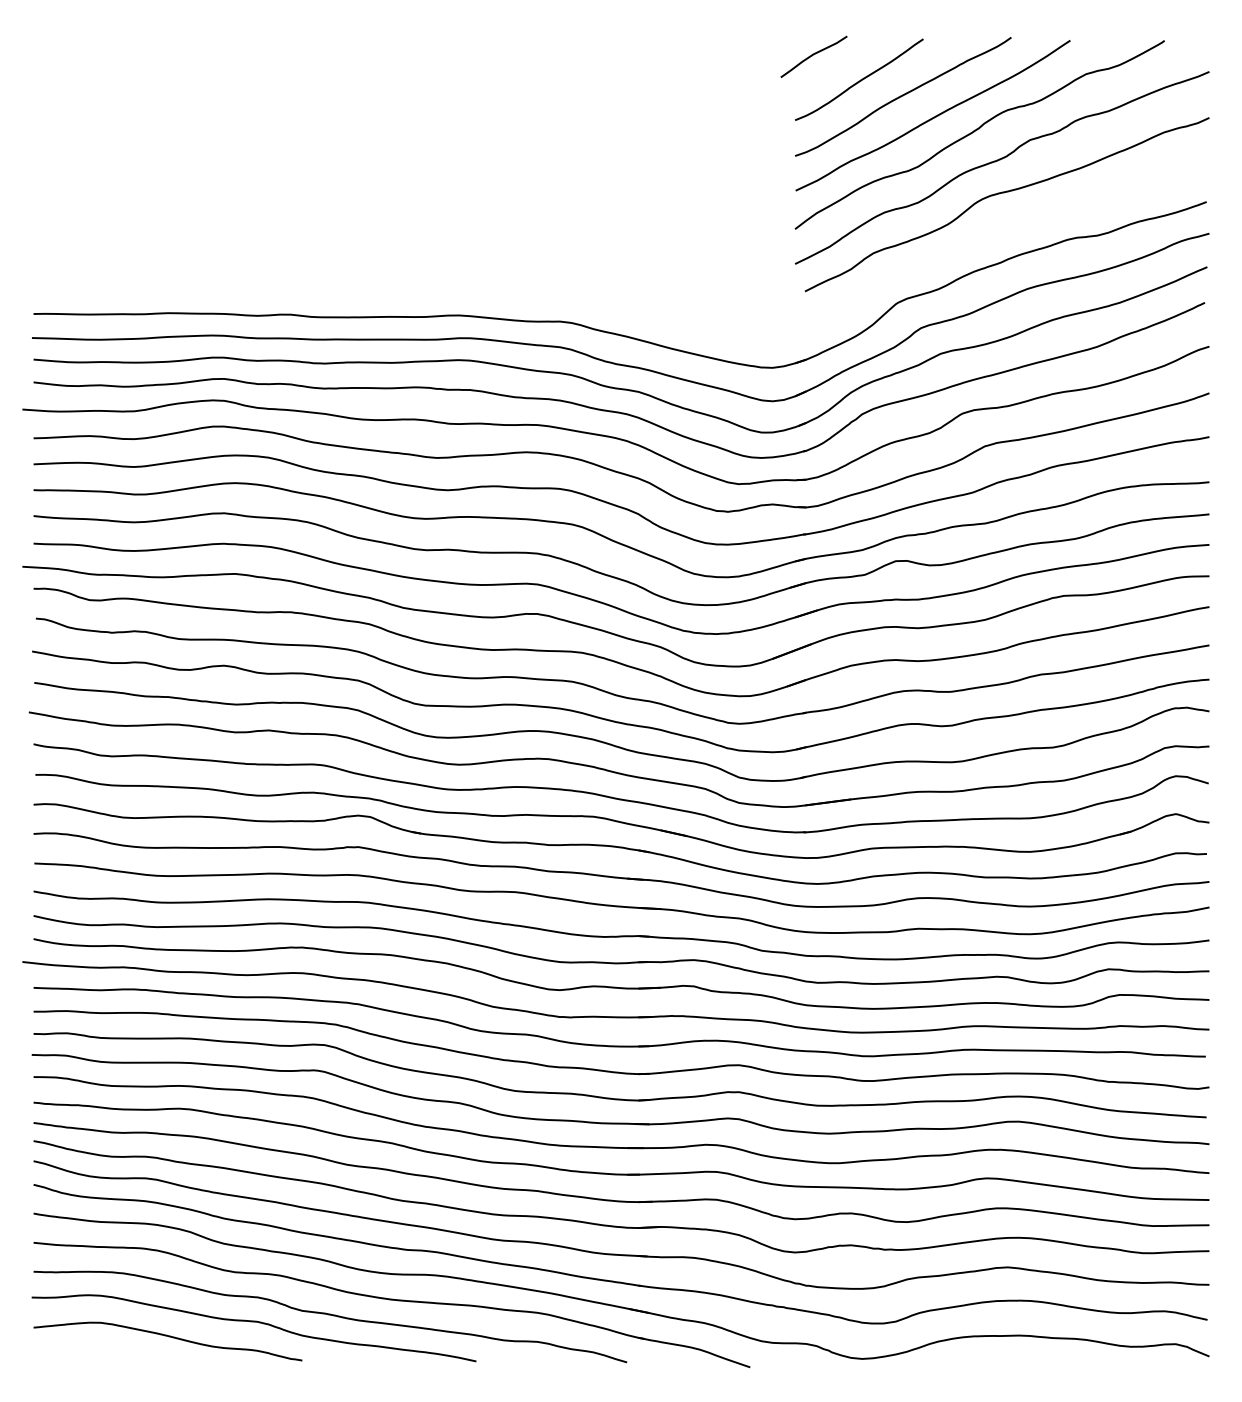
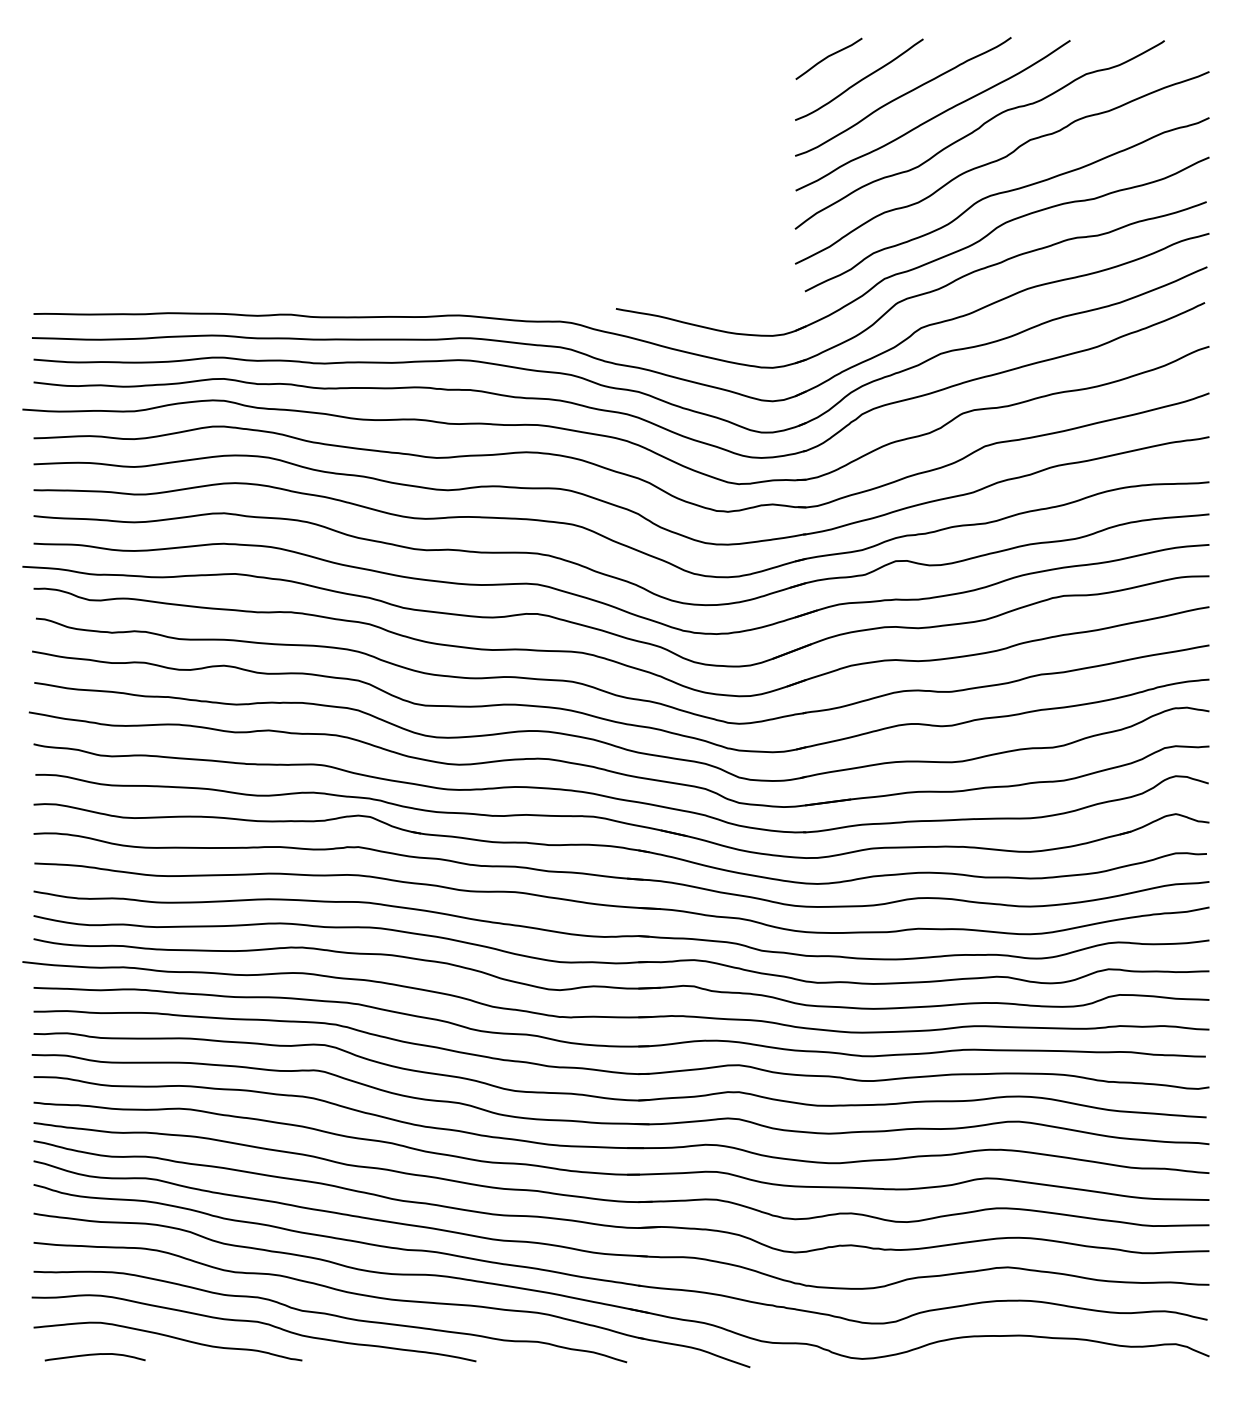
curve at (813, 55) position: (813, 55) -> (828, 57)
part at (919, 265): none -> present
curve at (94, 1355): none -> present
